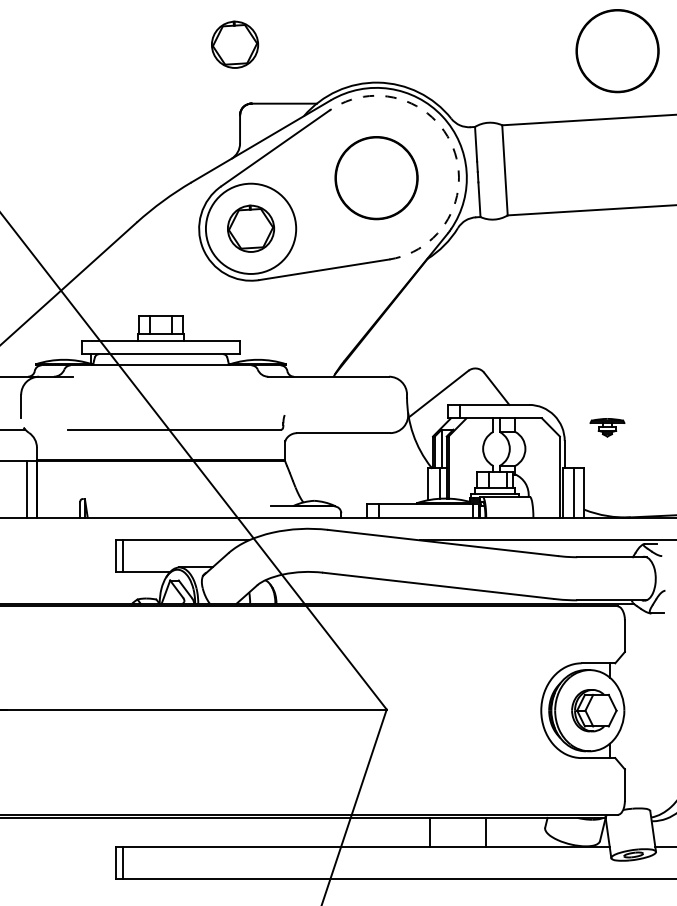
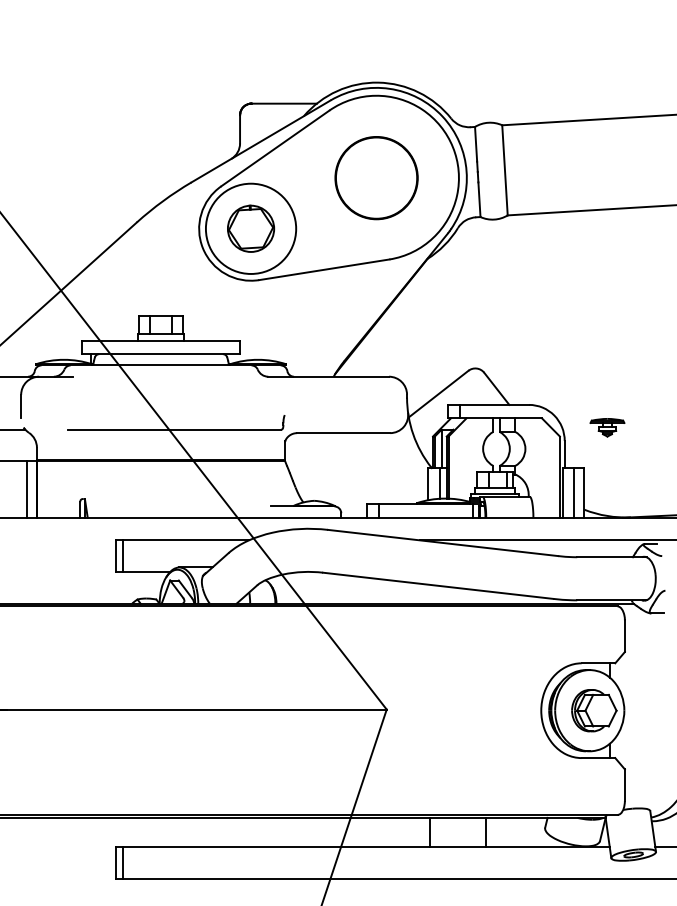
part at (235, 44): present -> none
circle at (617, 51): present -> none
arc at (452, 147): dashed -> solid
